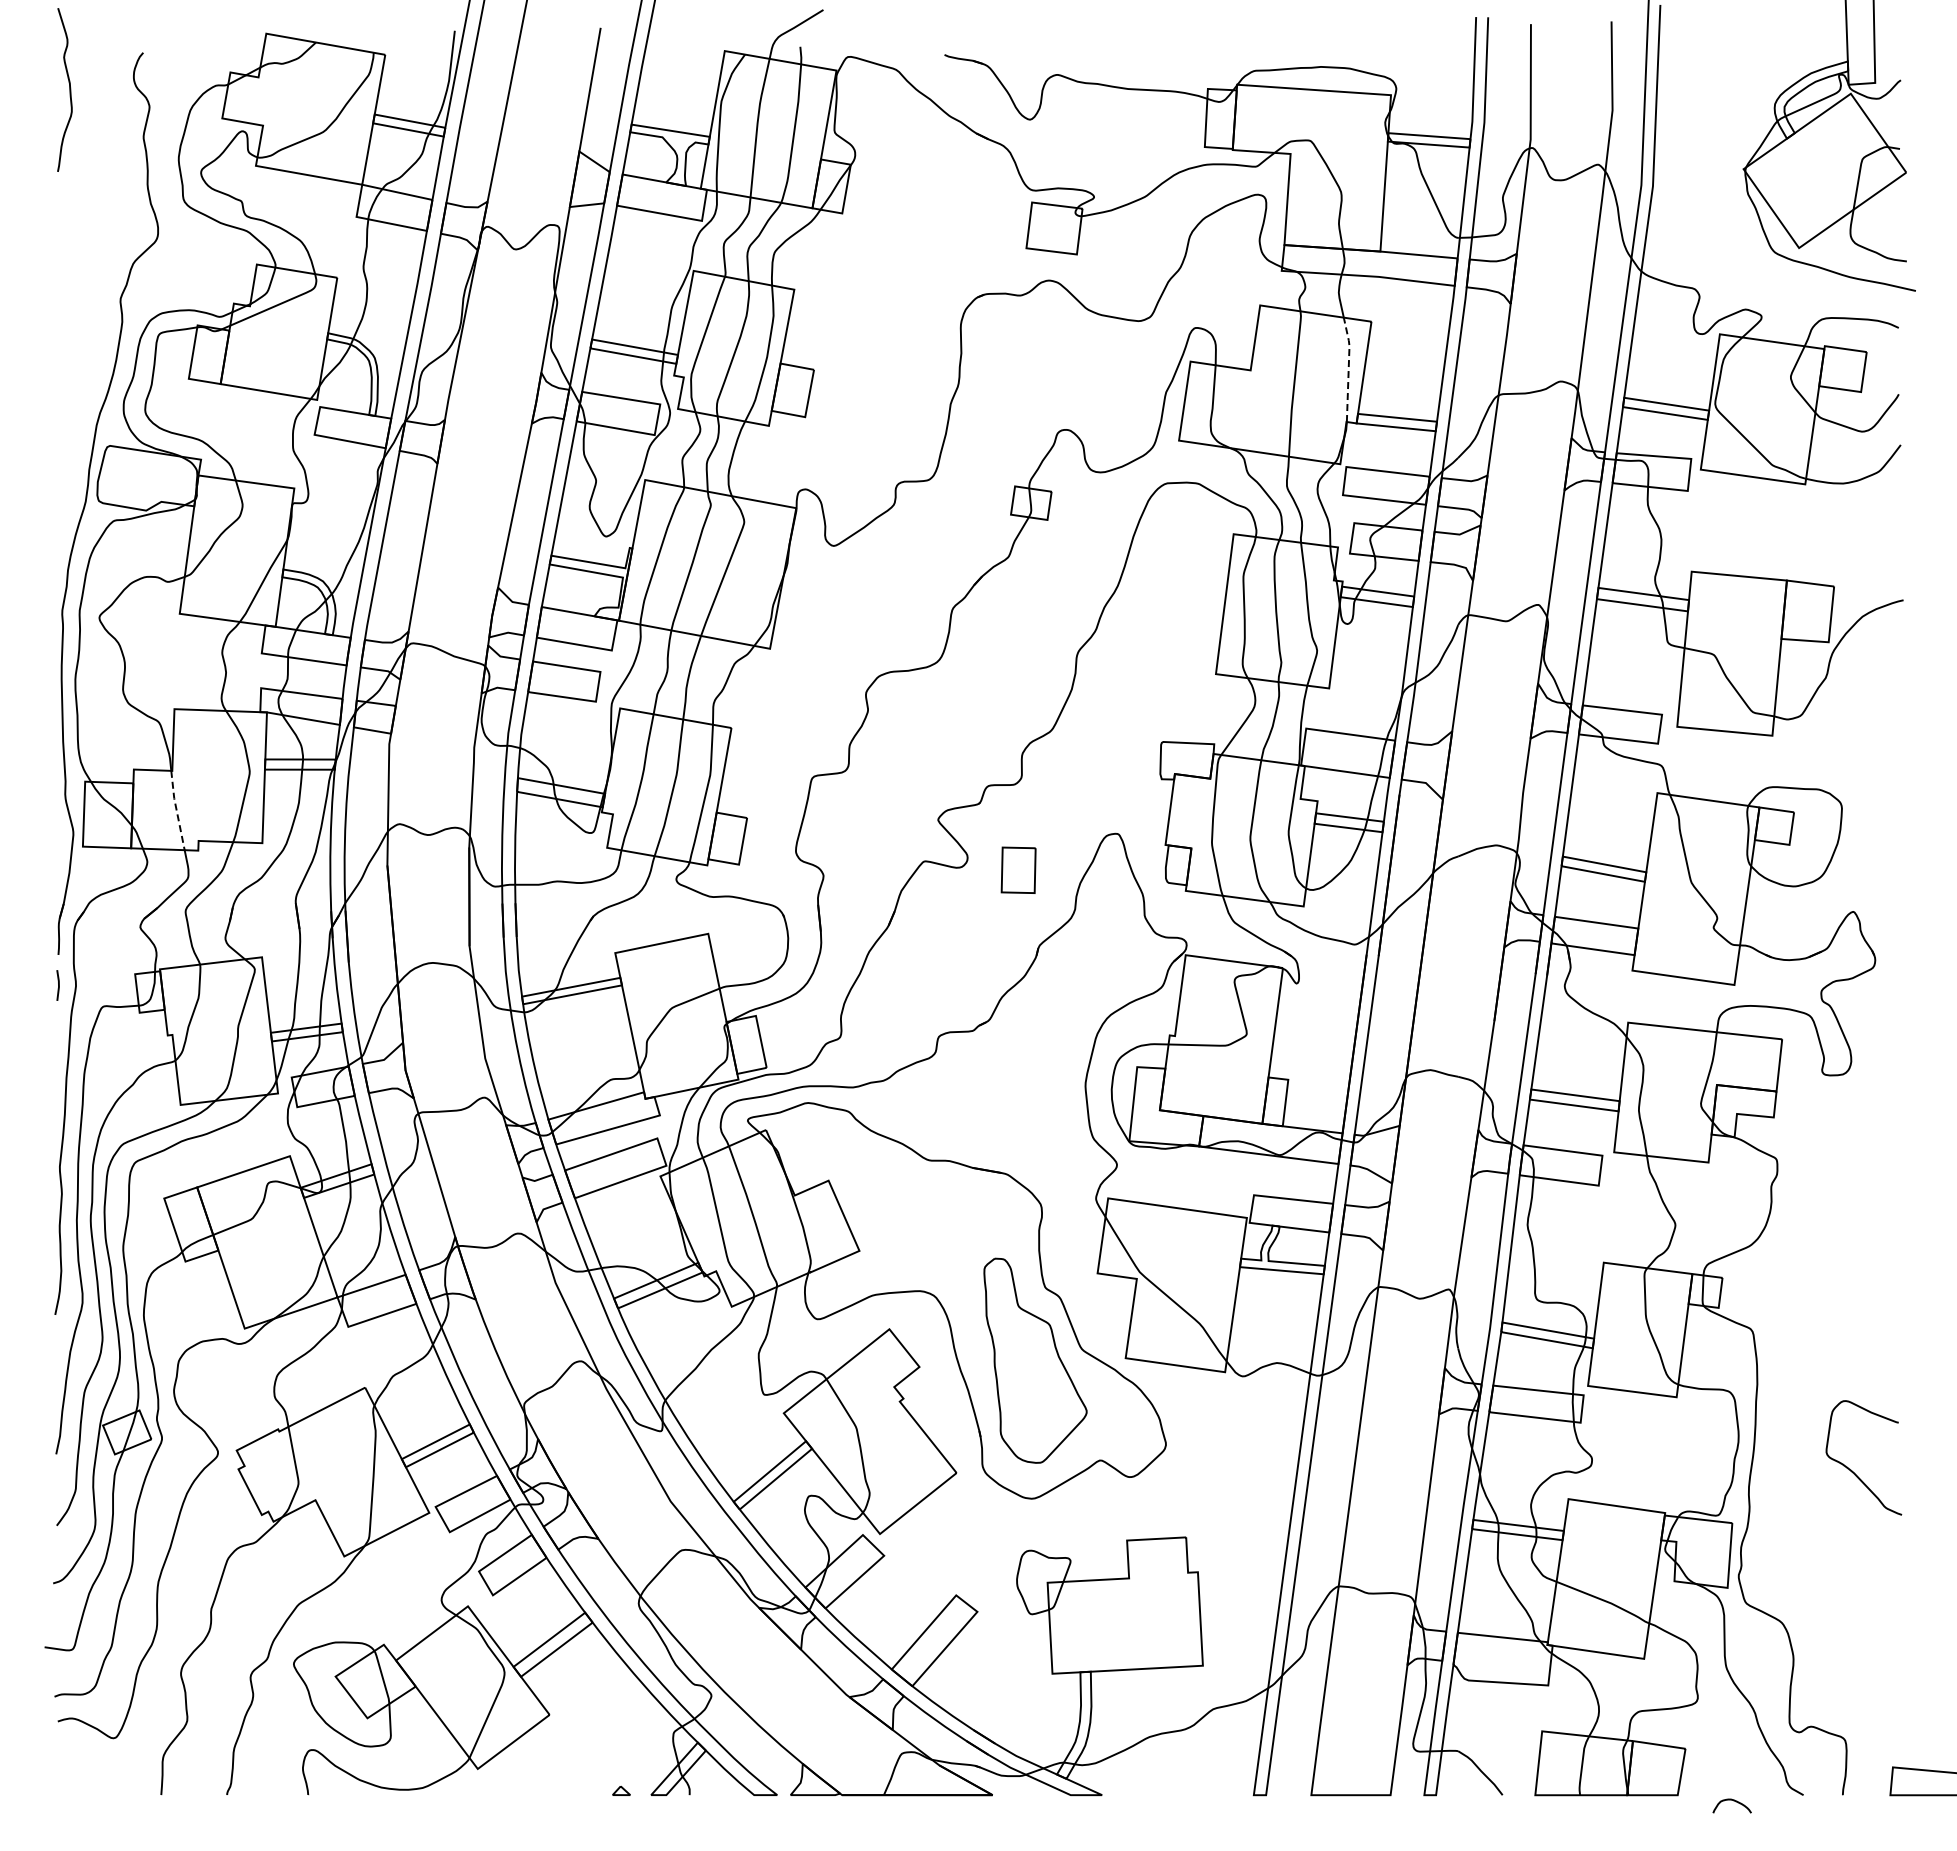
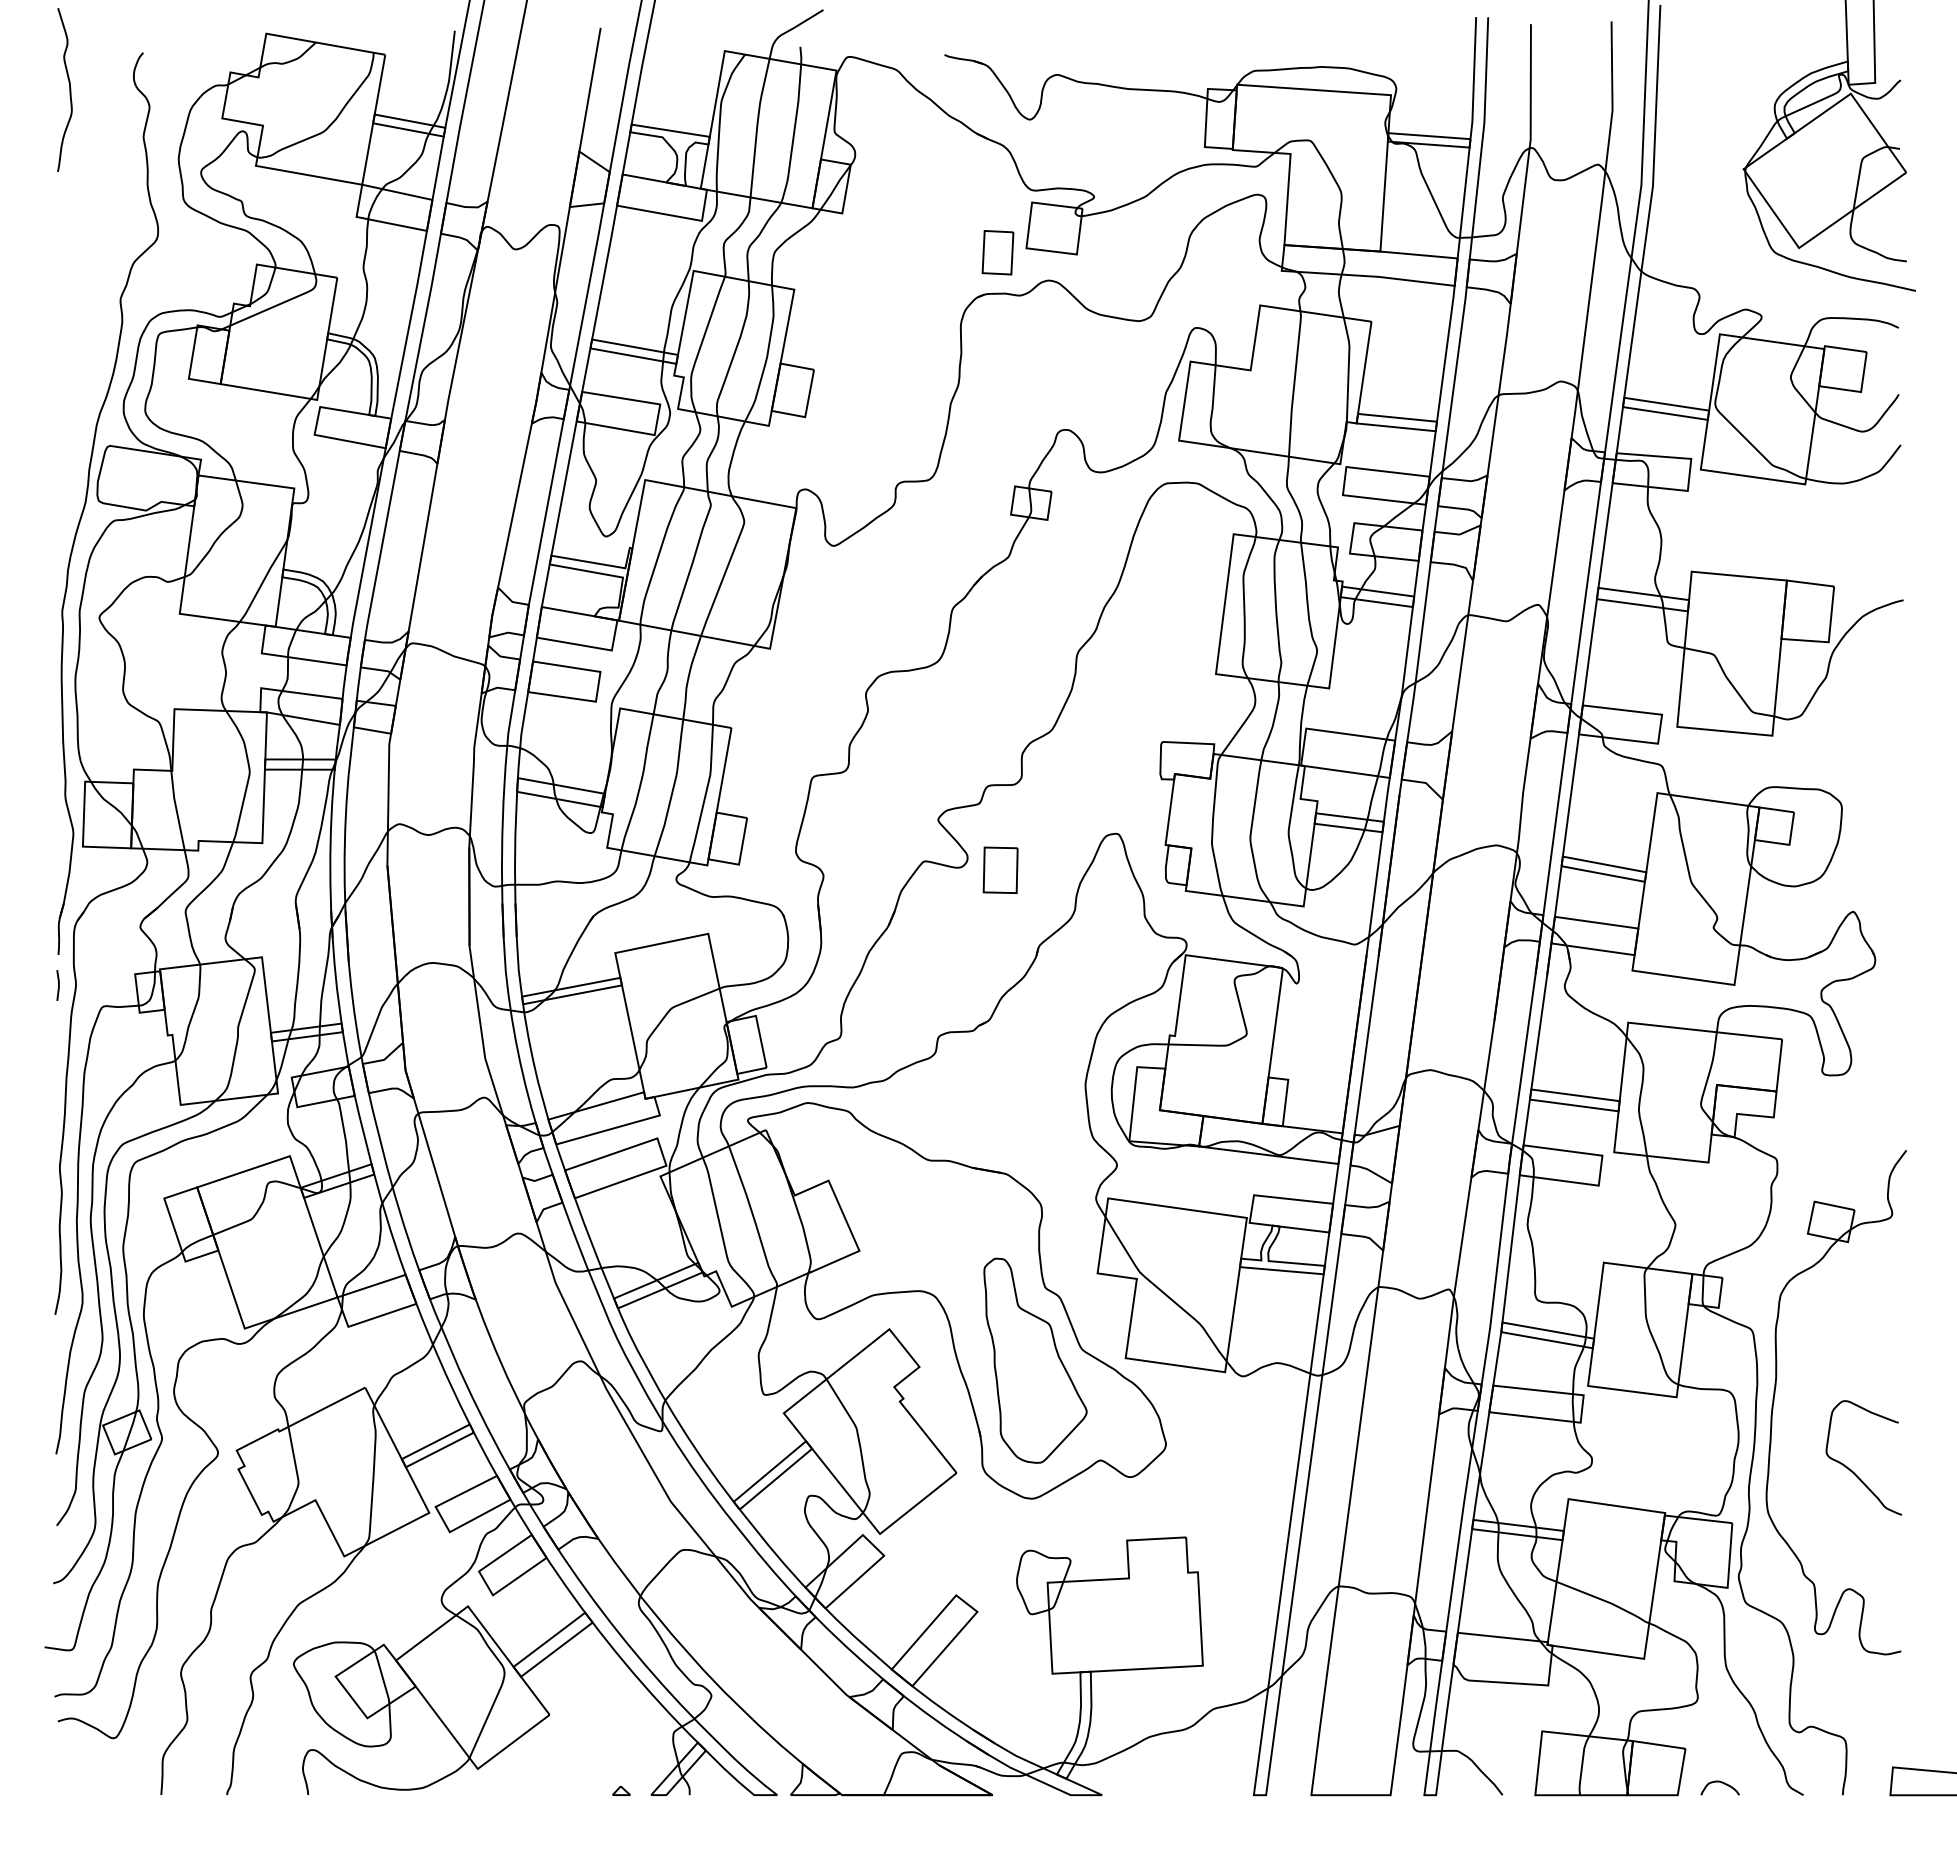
part at (997, 252): none -> present
line at (1348, 368): dashed -> solid
line at (176, 810): dashed -> solid
part at (1018, 869) position: (1018, 869) -> (1000, 869)
part at (1775, 1394): none -> present
curve at (1733, 1801) position: (1733, 1801) -> (1721, 1783)
